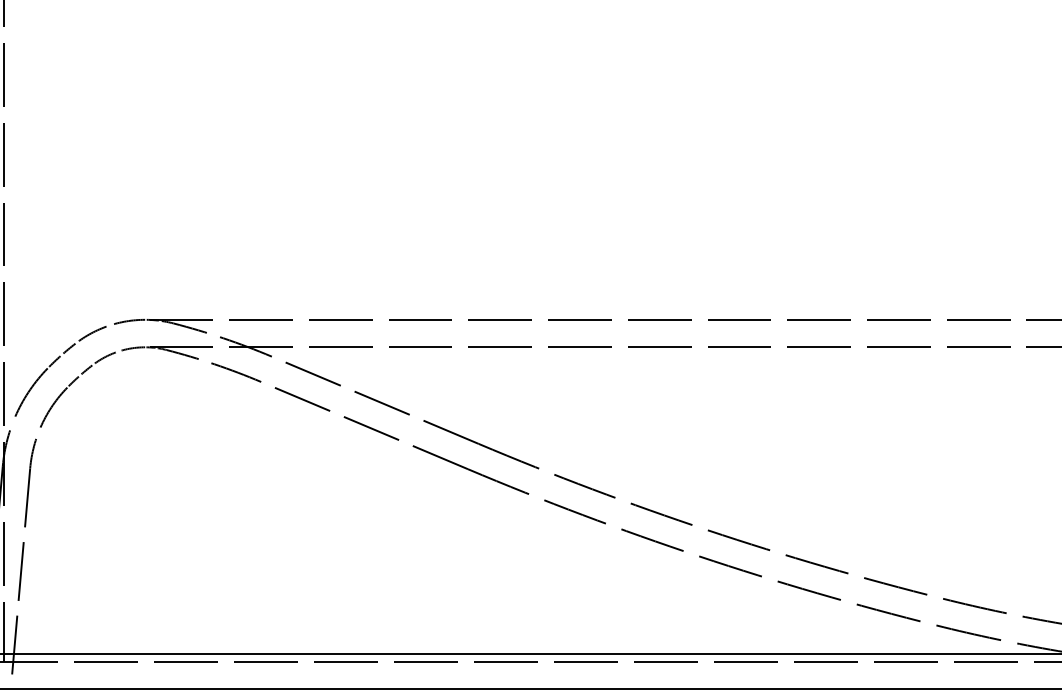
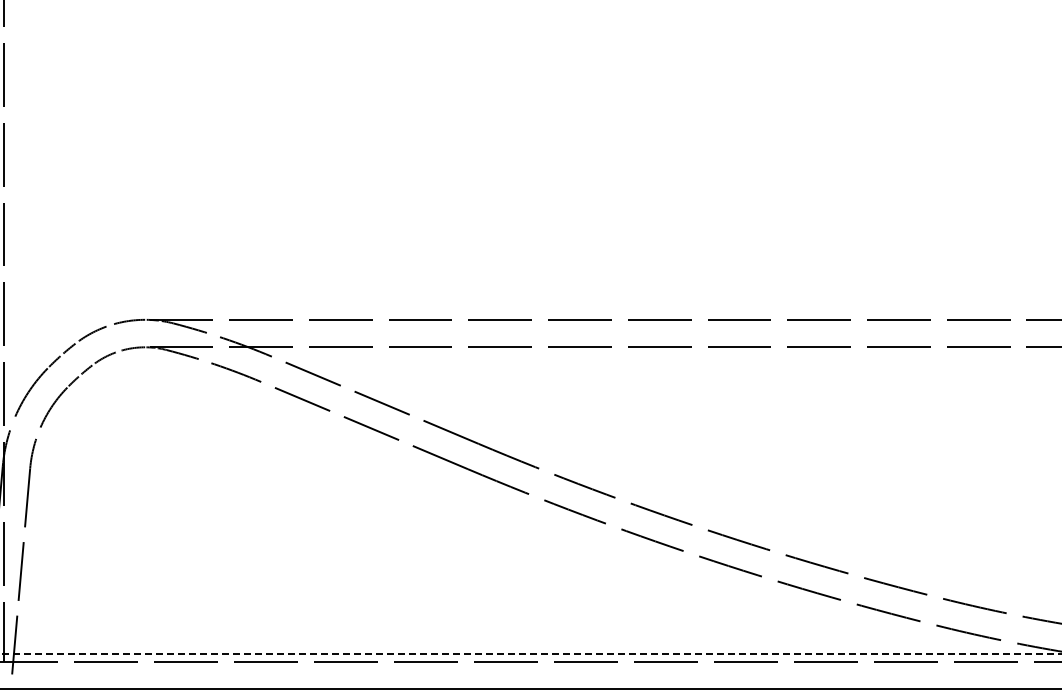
line at (531, 654): solid -> dashed
